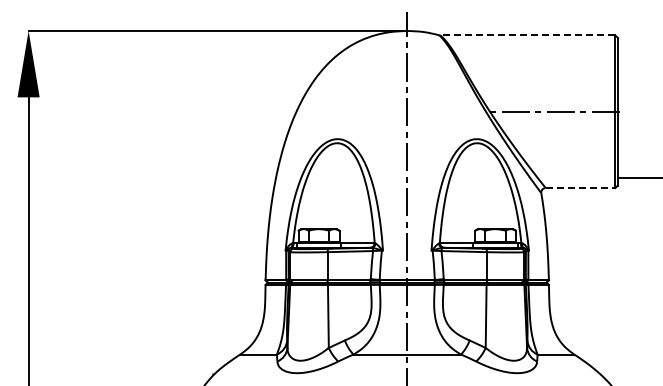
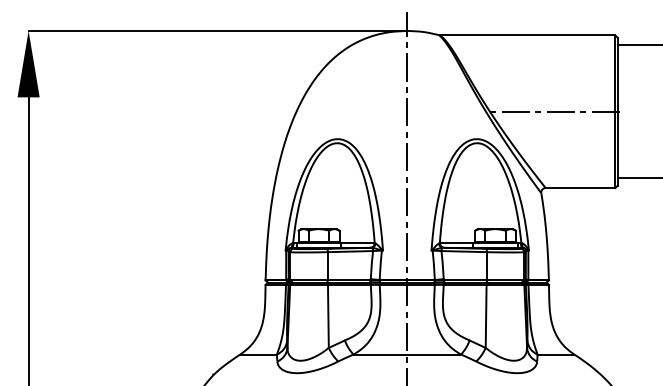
line at (527, 35): dashed -> solid
line at (638, 45): none -> present
line at (580, 188): dashed -> solid
